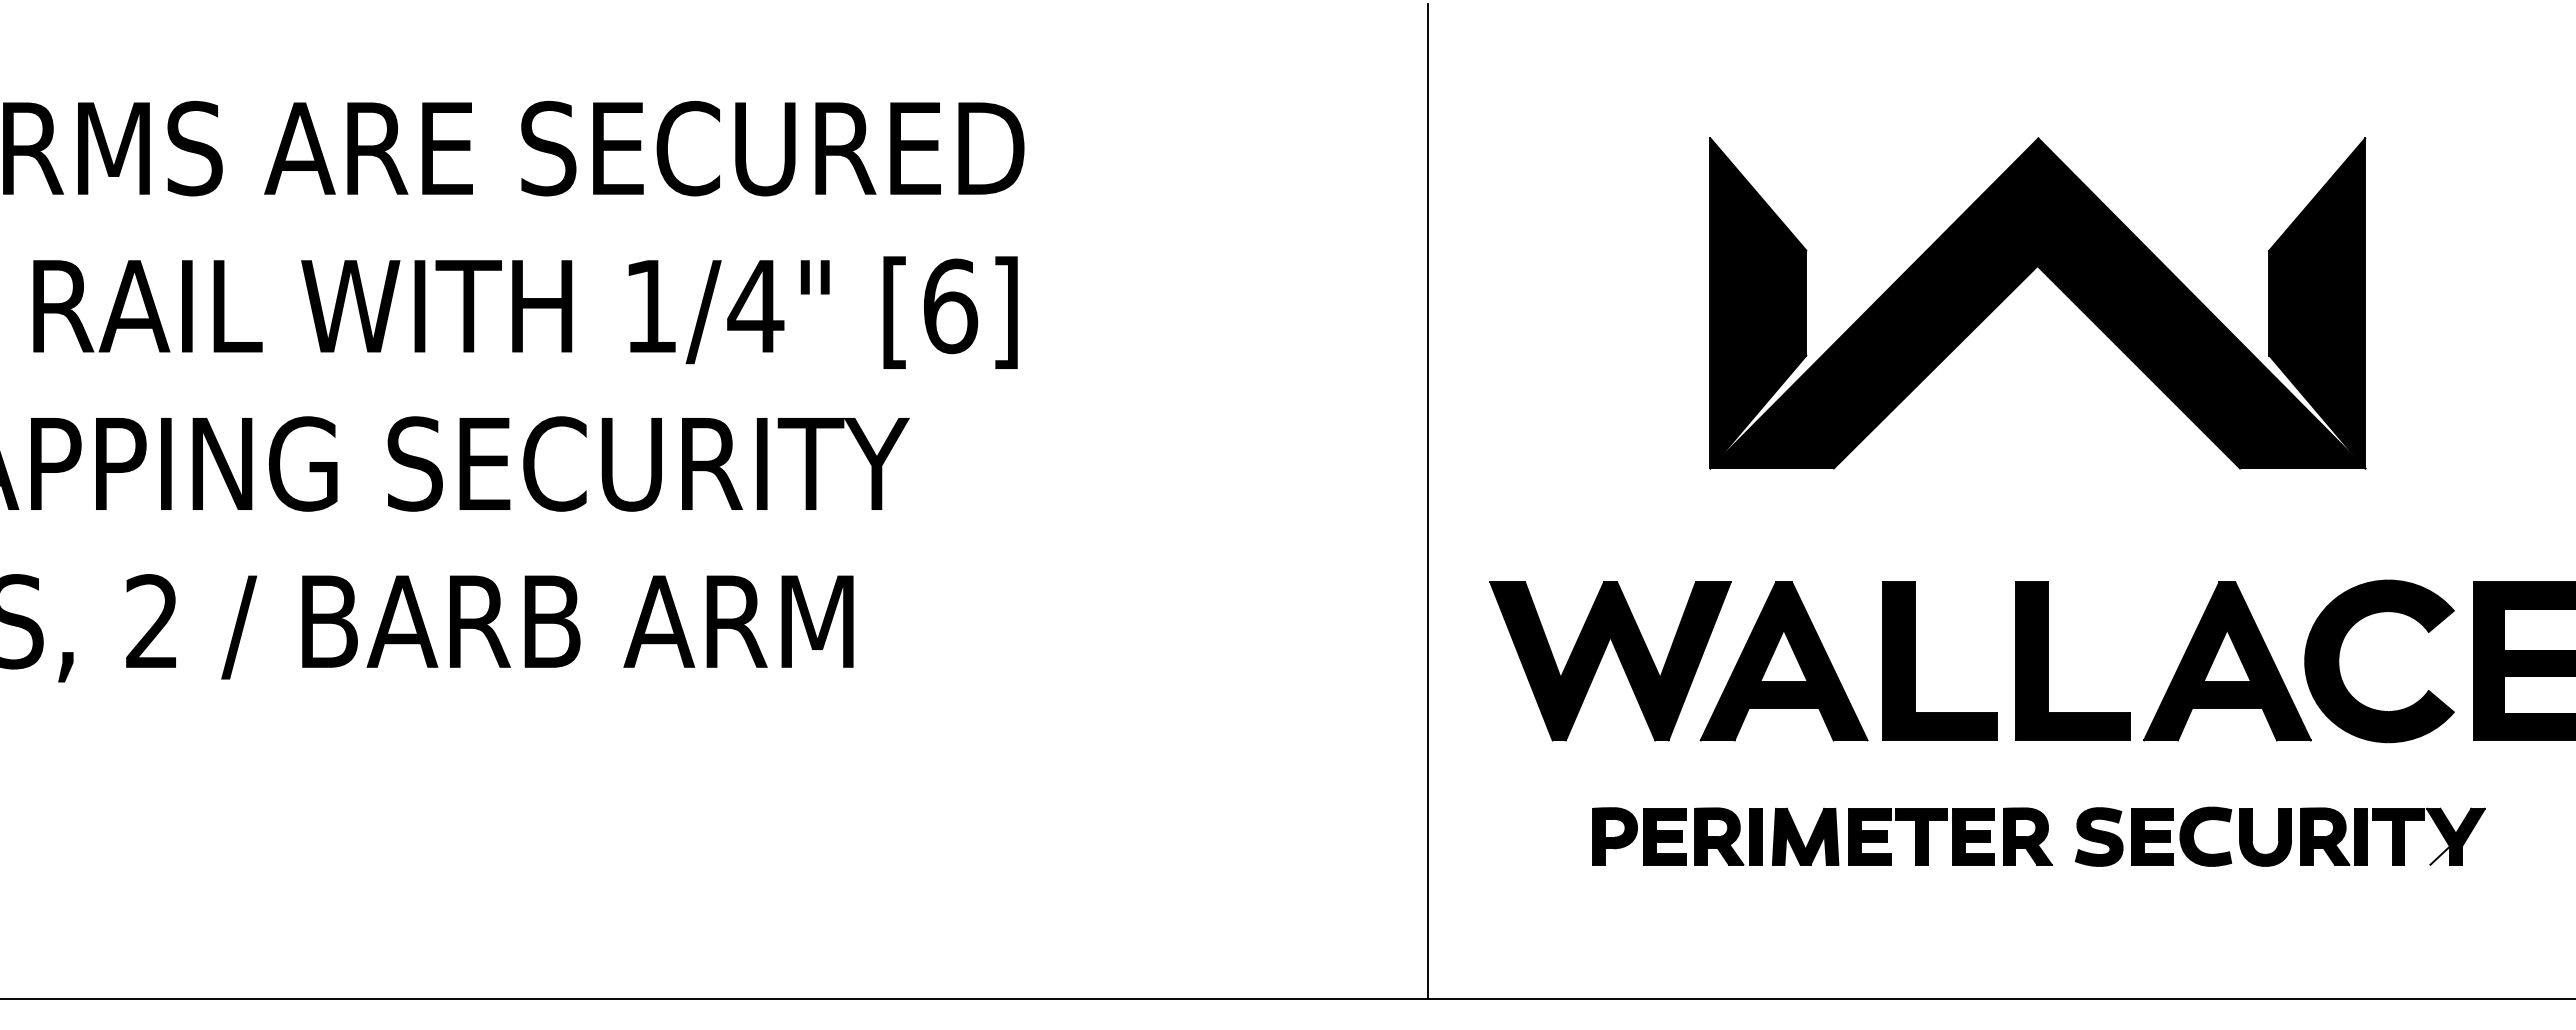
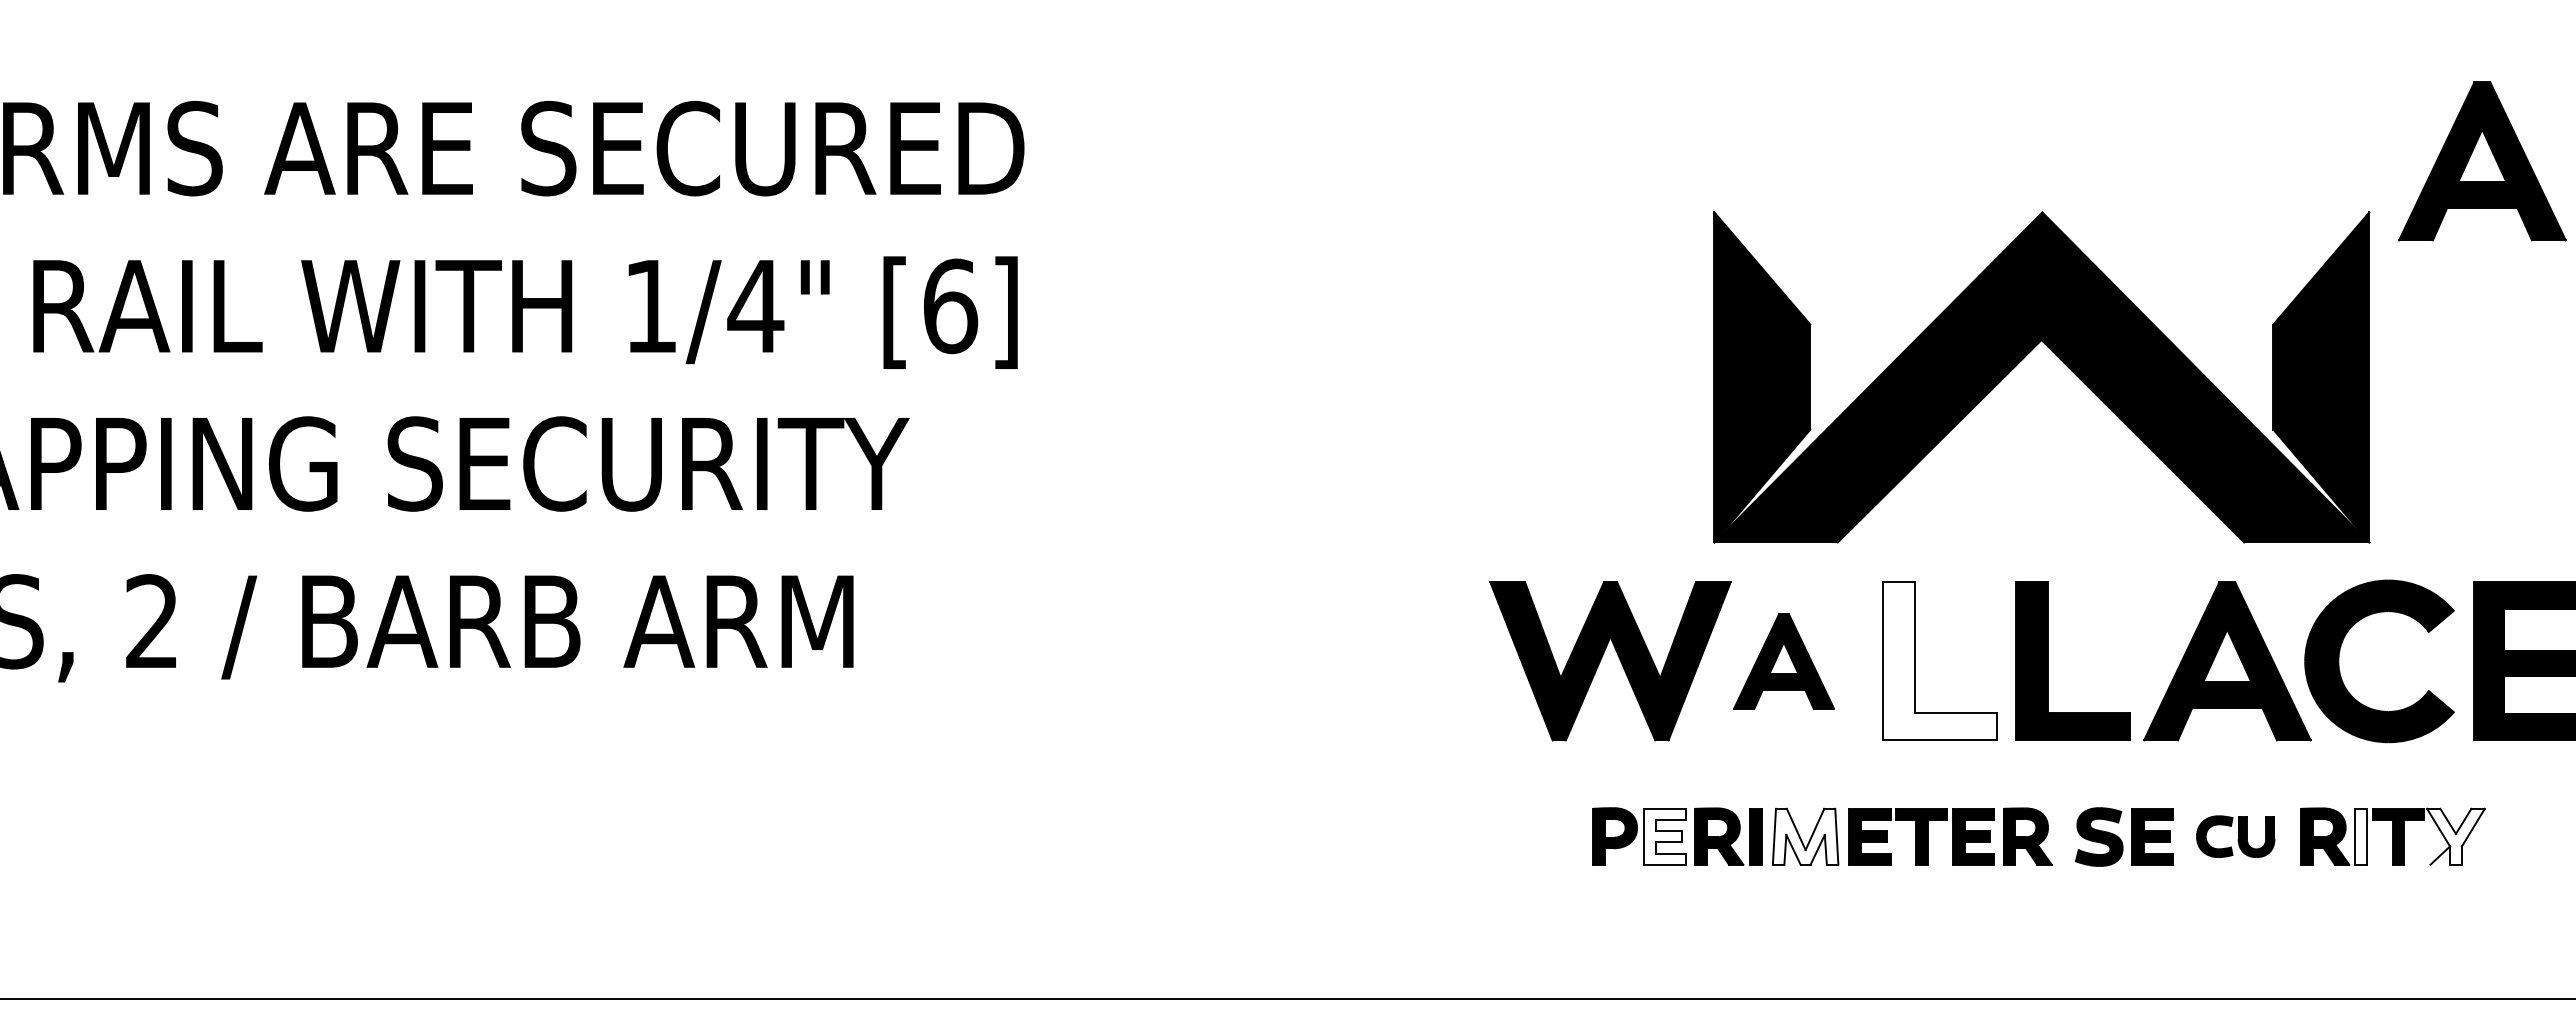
part at (2482, 161): none -> present
part at (2019, 285) position: (2019, 285) -> (2023, 359)
line at (1427, 501): present -> none
part at (1783, 661) size: 170x161 px -> 102x97 px
fill at (1939, 661): present -> none
fill at (1664, 836): present -> none
fill at (1805, 836): present -> none
part at (2235, 836) size: 113x61 px -> 80x43 px
fill at (2360, 836): present -> none
fill at (2455, 836): present -> none
